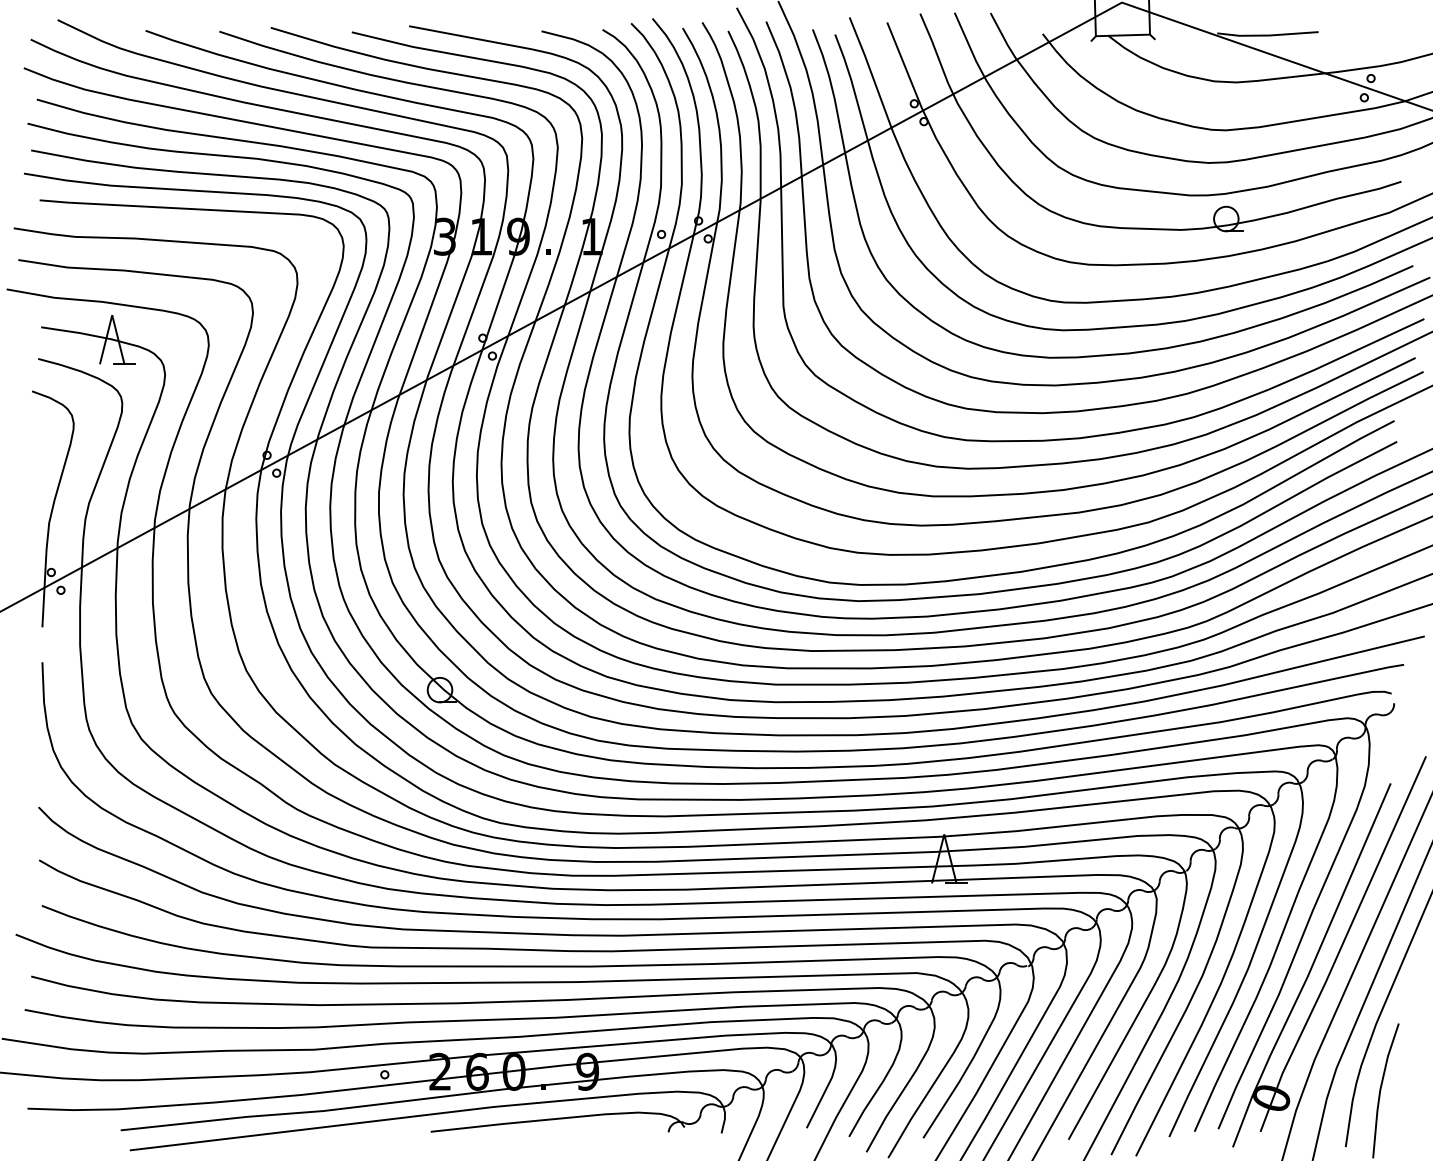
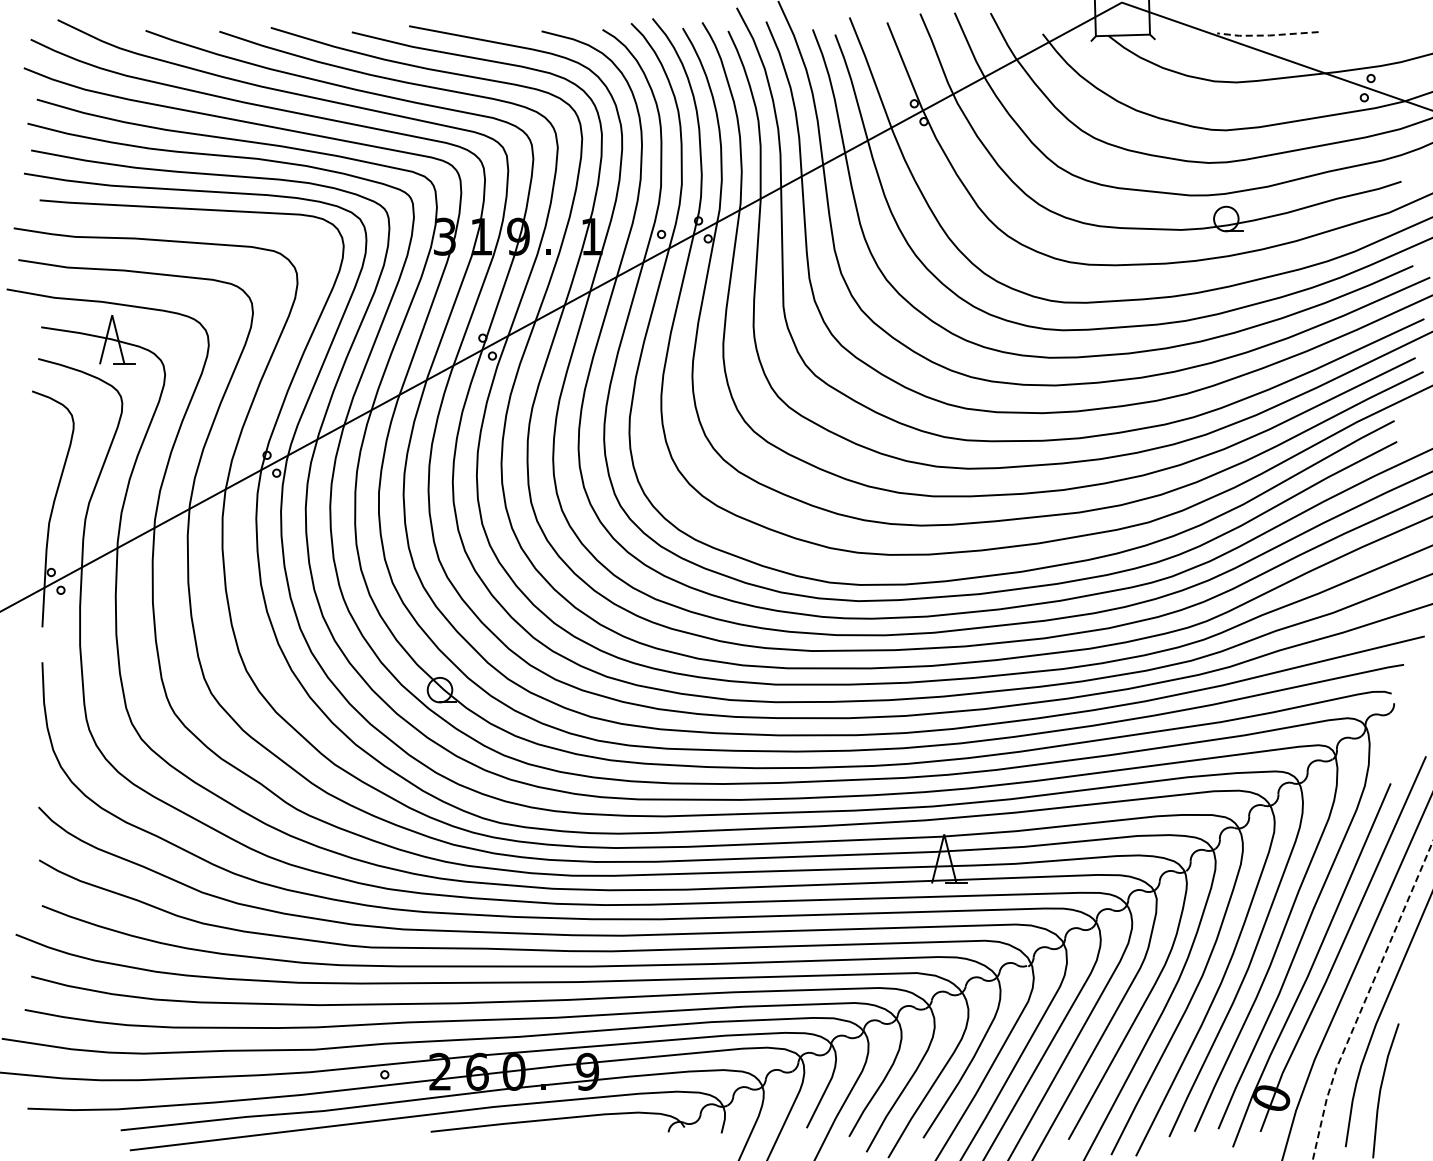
line at (1267, 35): solid -> dashed
line at (1365, 1000): solid -> dashed
